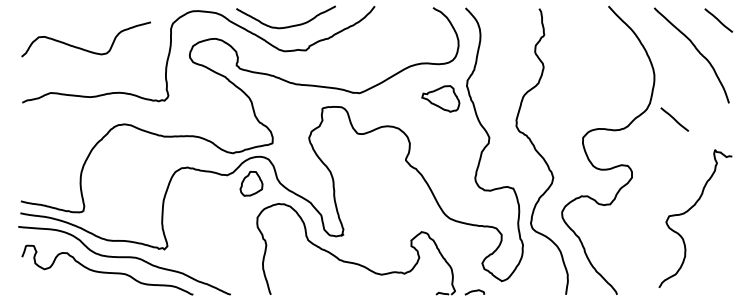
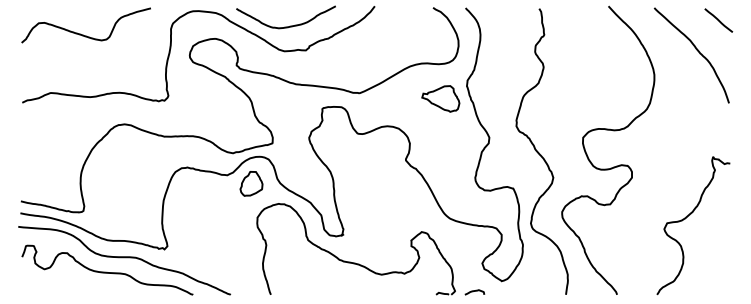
curve at (83, 48) position: (83, 48) -> (83, 34)
line at (674, 119): present -> none
curve at (688, 211) position: (688, 211) -> (686, 218)
